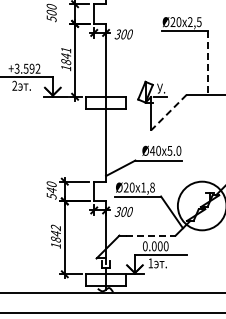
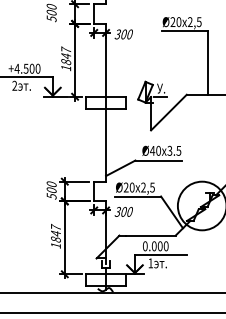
text at (66, 49): 1841 -> 1847
line at (207, 62): dashed -> solid
text at (27, 68): +3.592 -> +4.500
line at (168, 112): dashed -> solid
text at (174, 150): 5.0 -> 3.5
text at (147, 187): 1,8 -> 2,5
text at (51, 190): 540 -> 500
text at (55, 227): 1842 -> 1847
line at (151, 235): dashed -> solid
